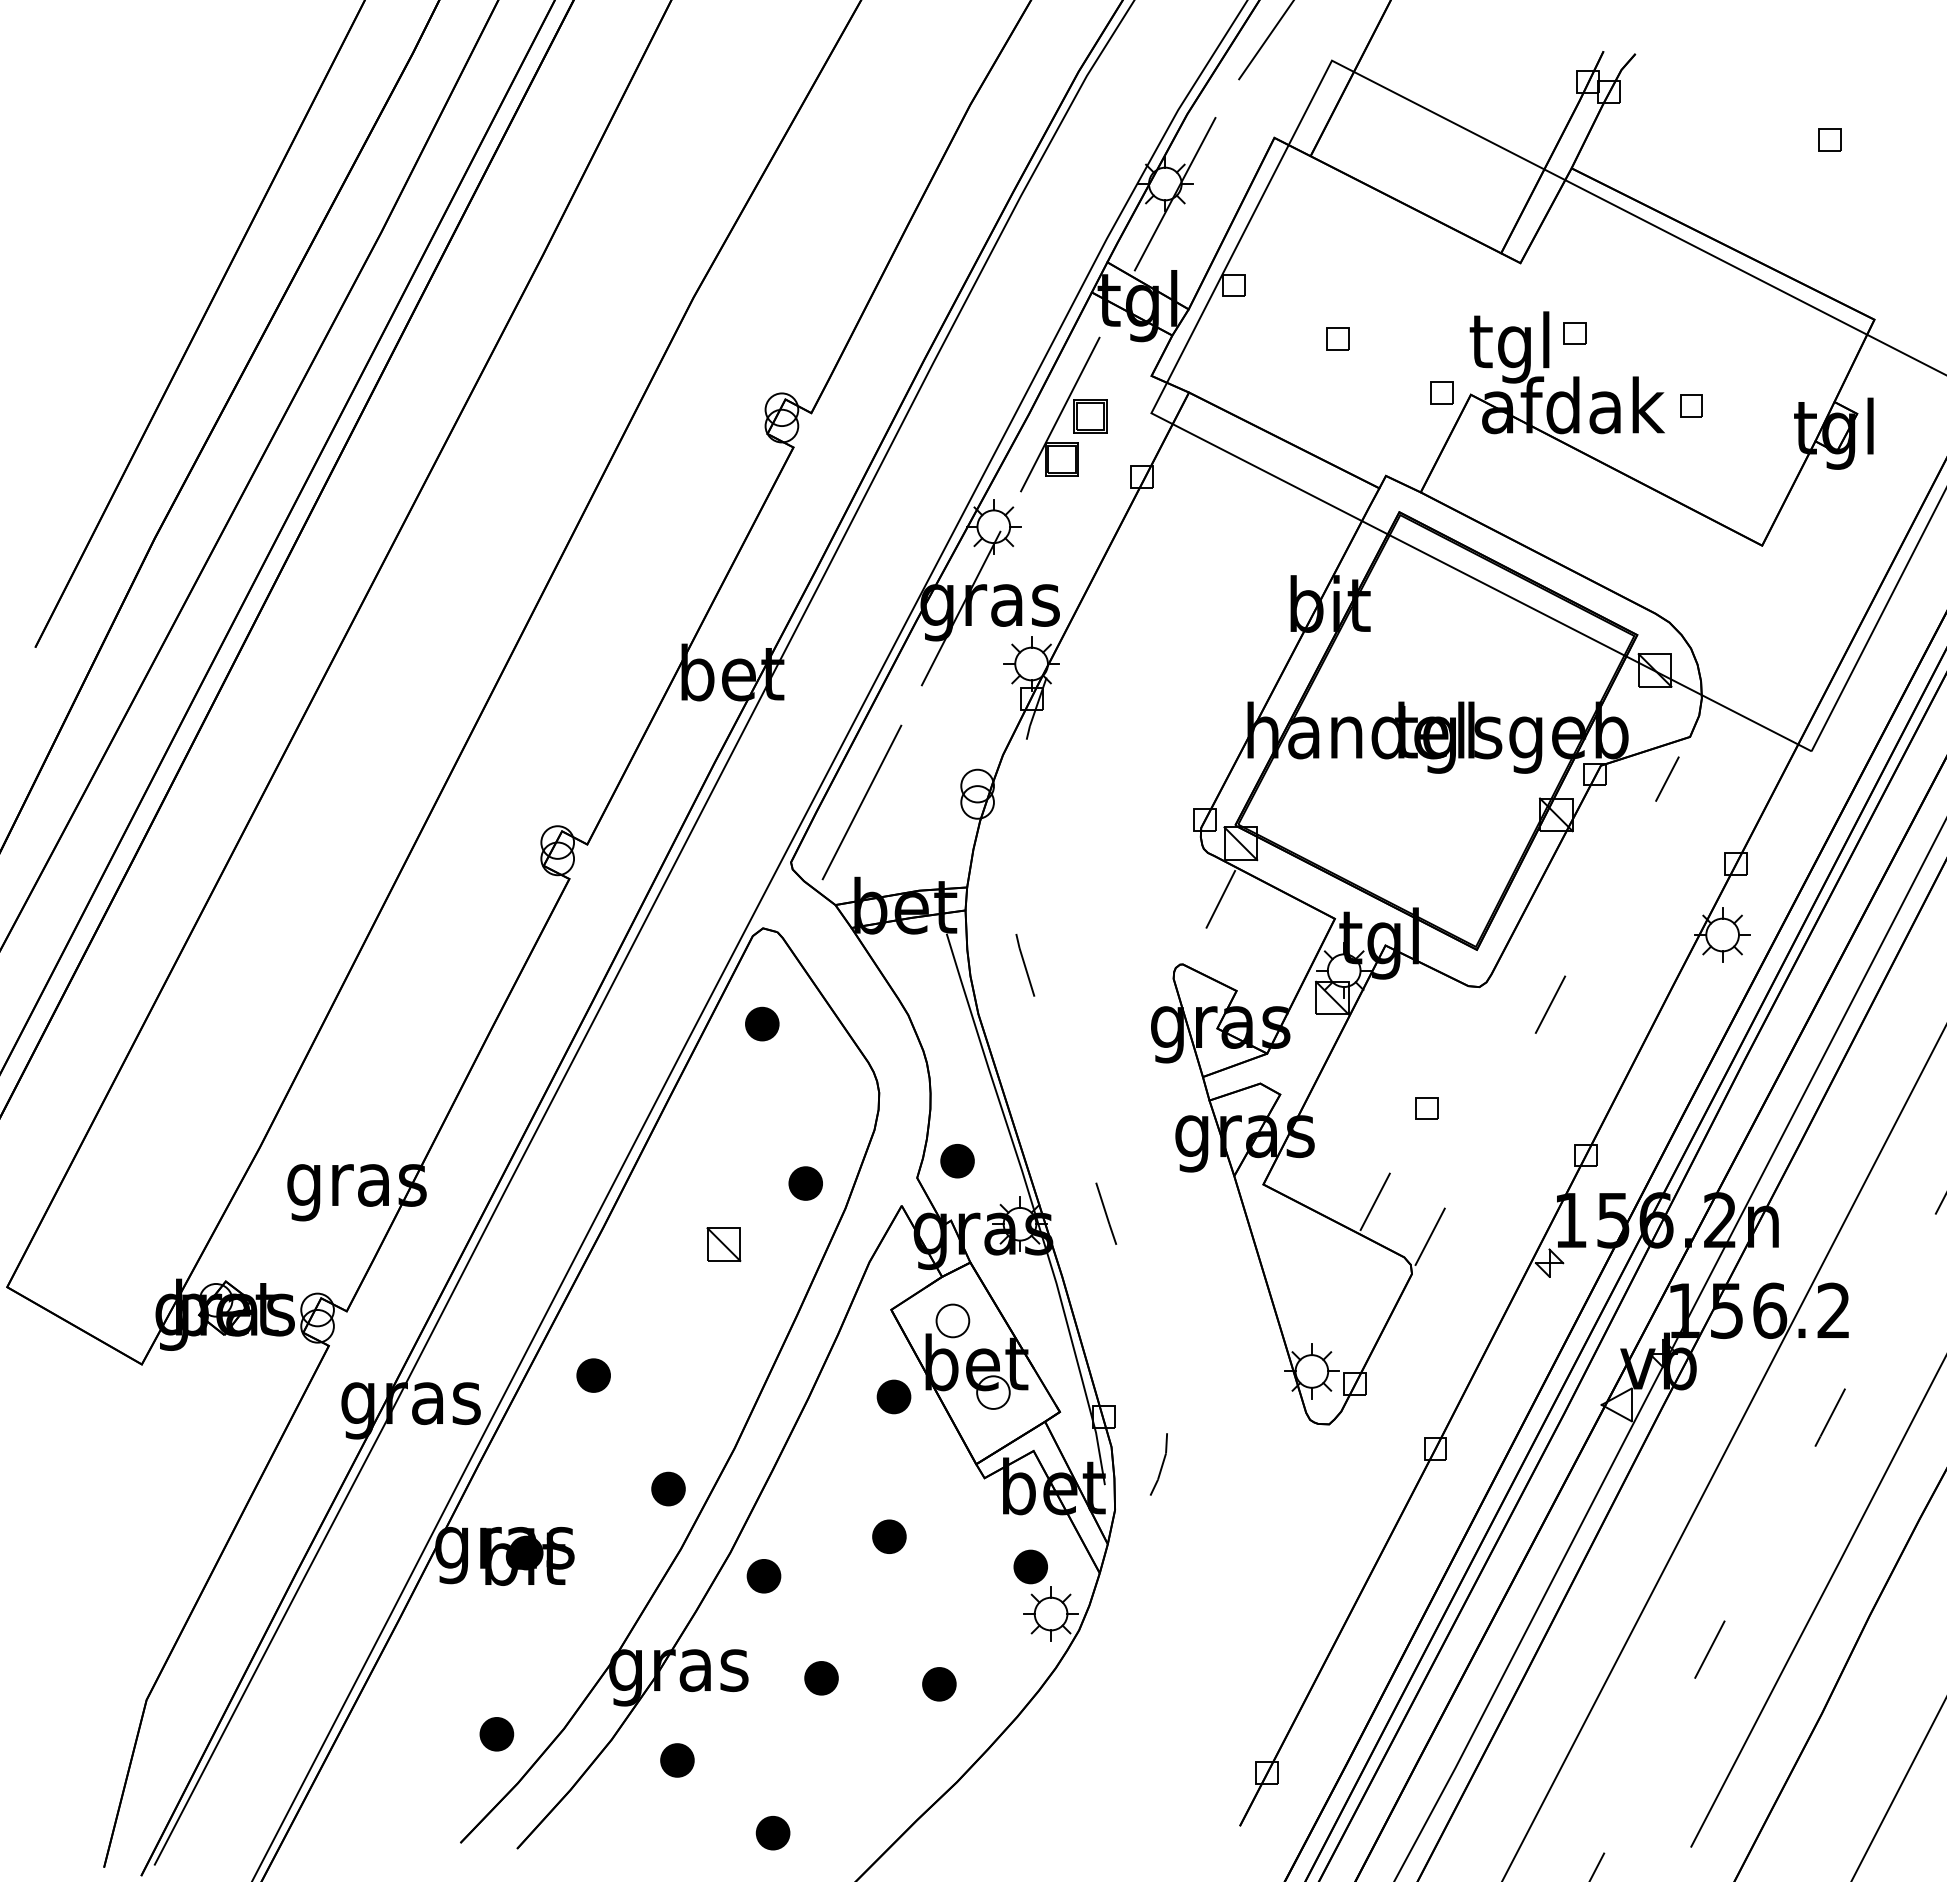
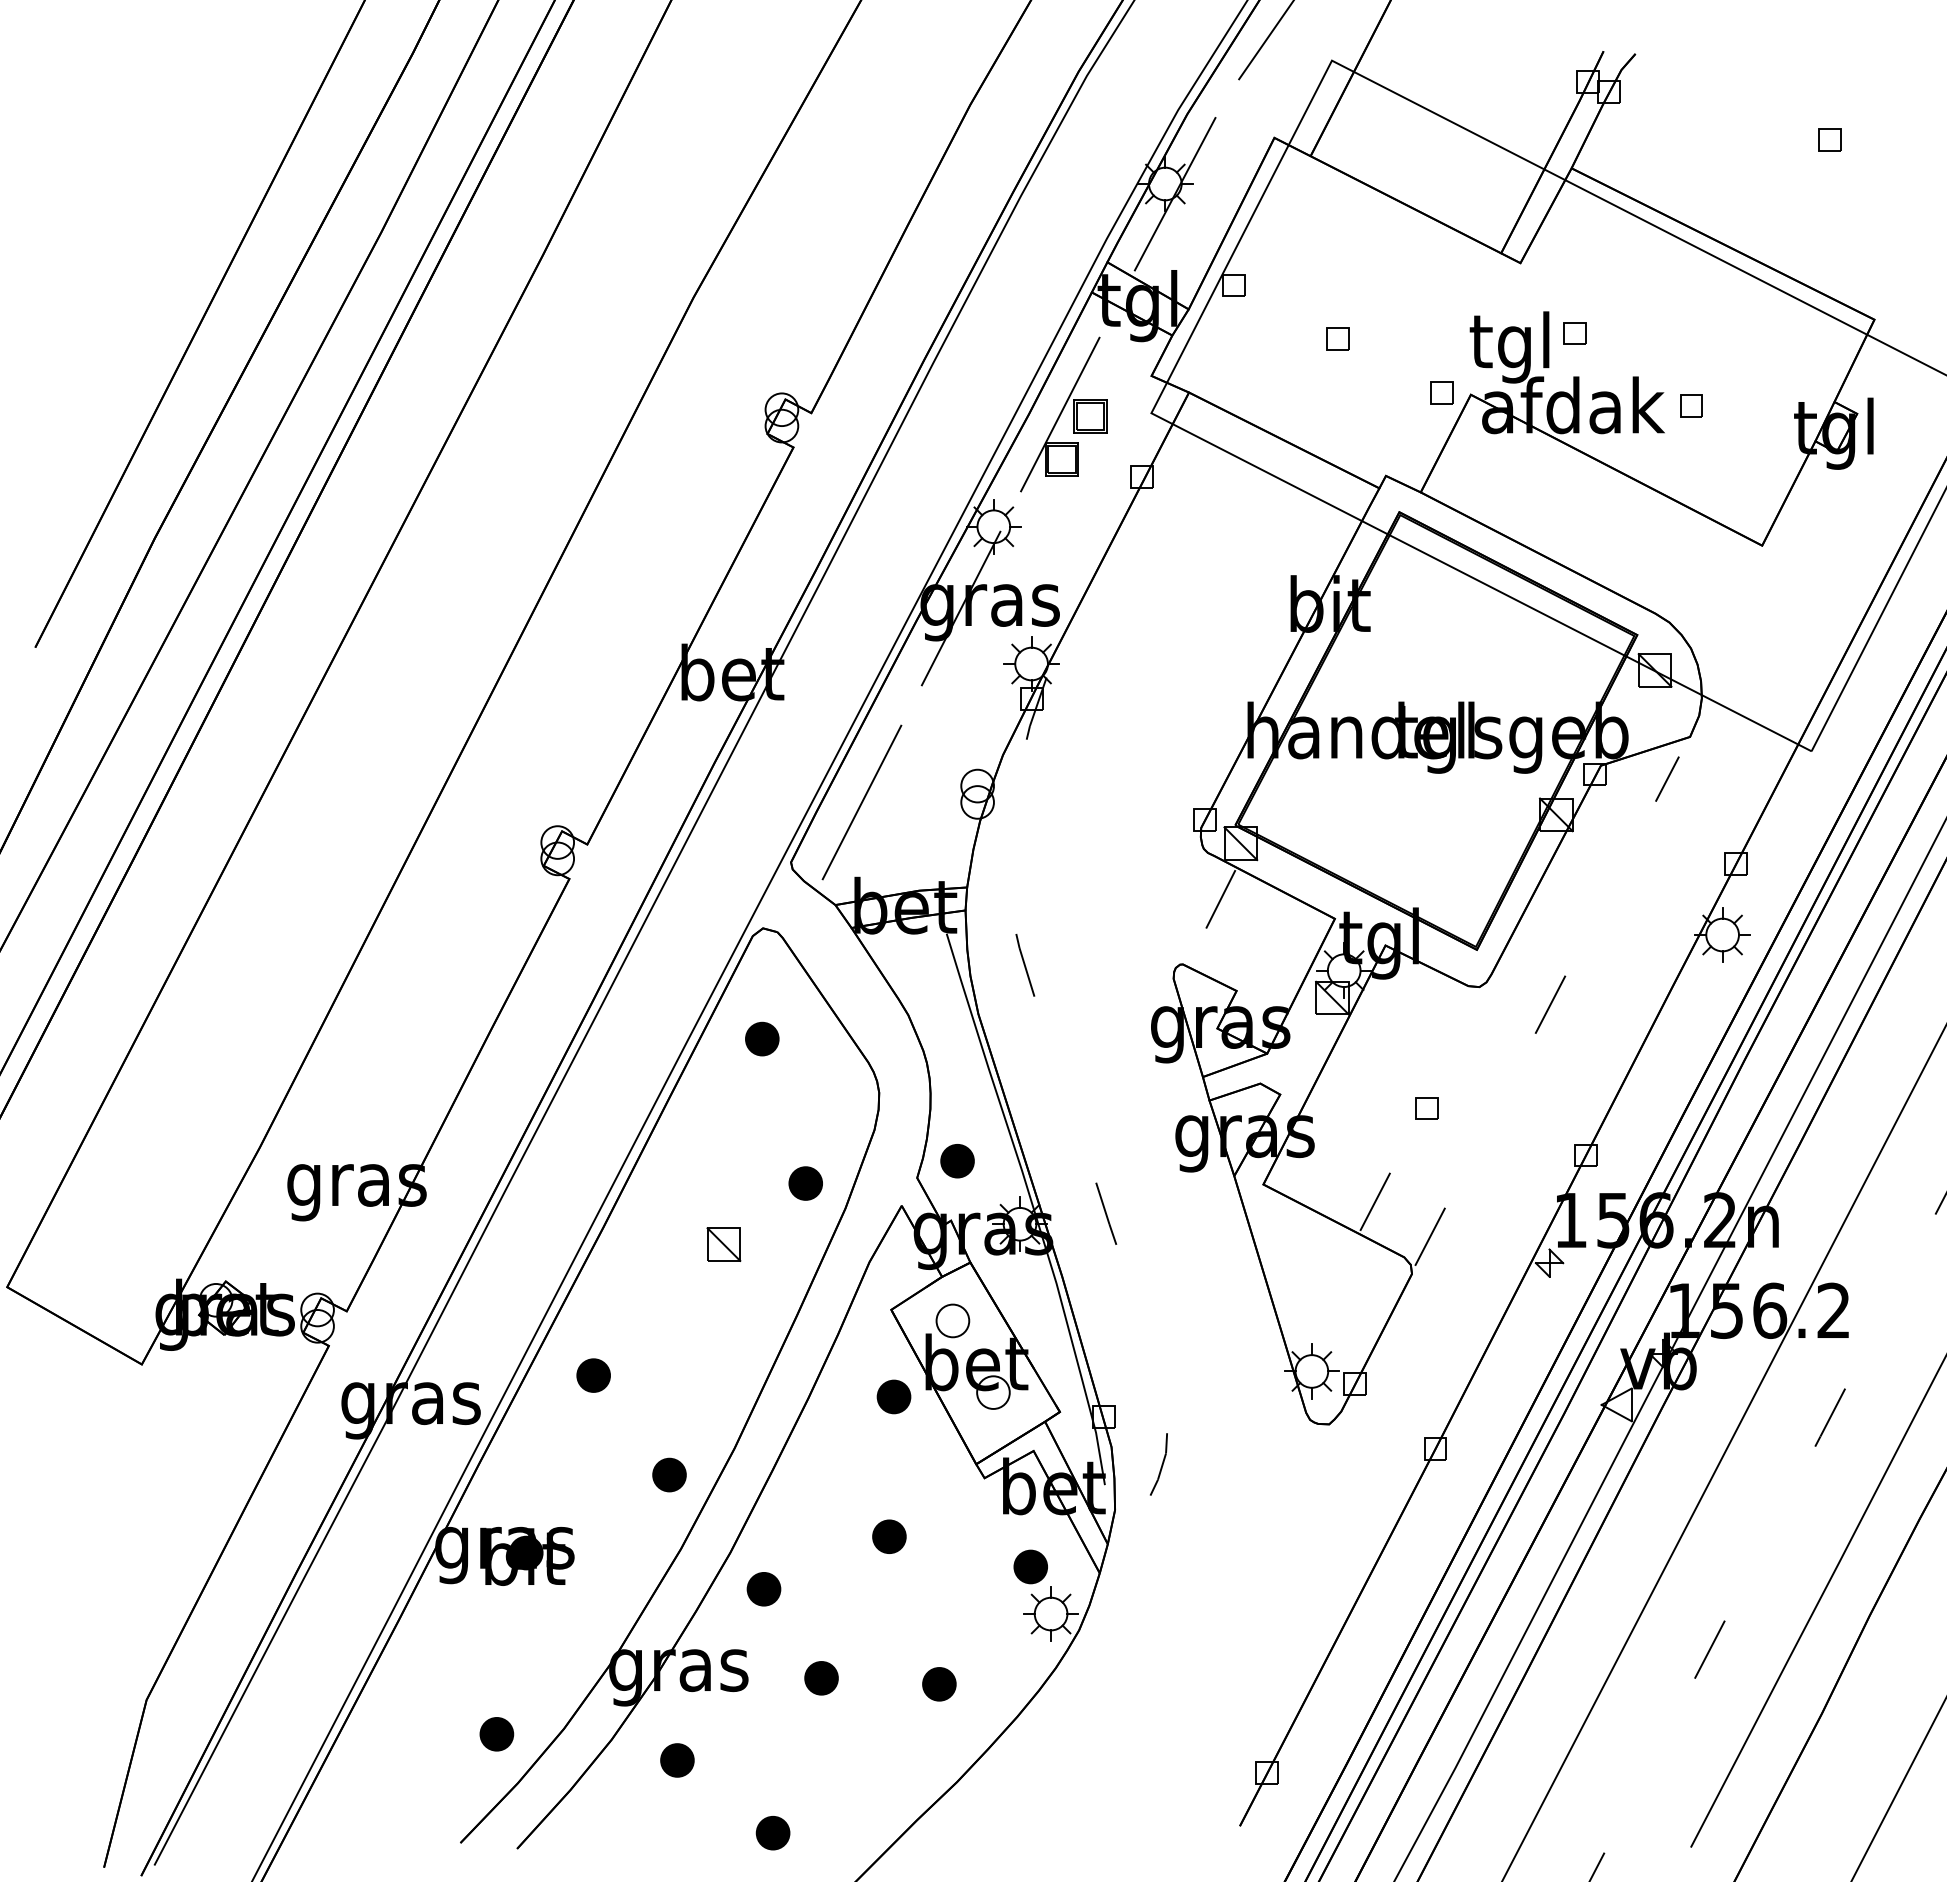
part at (762, 1023) position: (762, 1023) -> (762, 1038)
part at (668, 1488) position: (668, 1488) -> (669, 1474)
part at (763, 1576) position: (763, 1576) -> (763, 1589)
